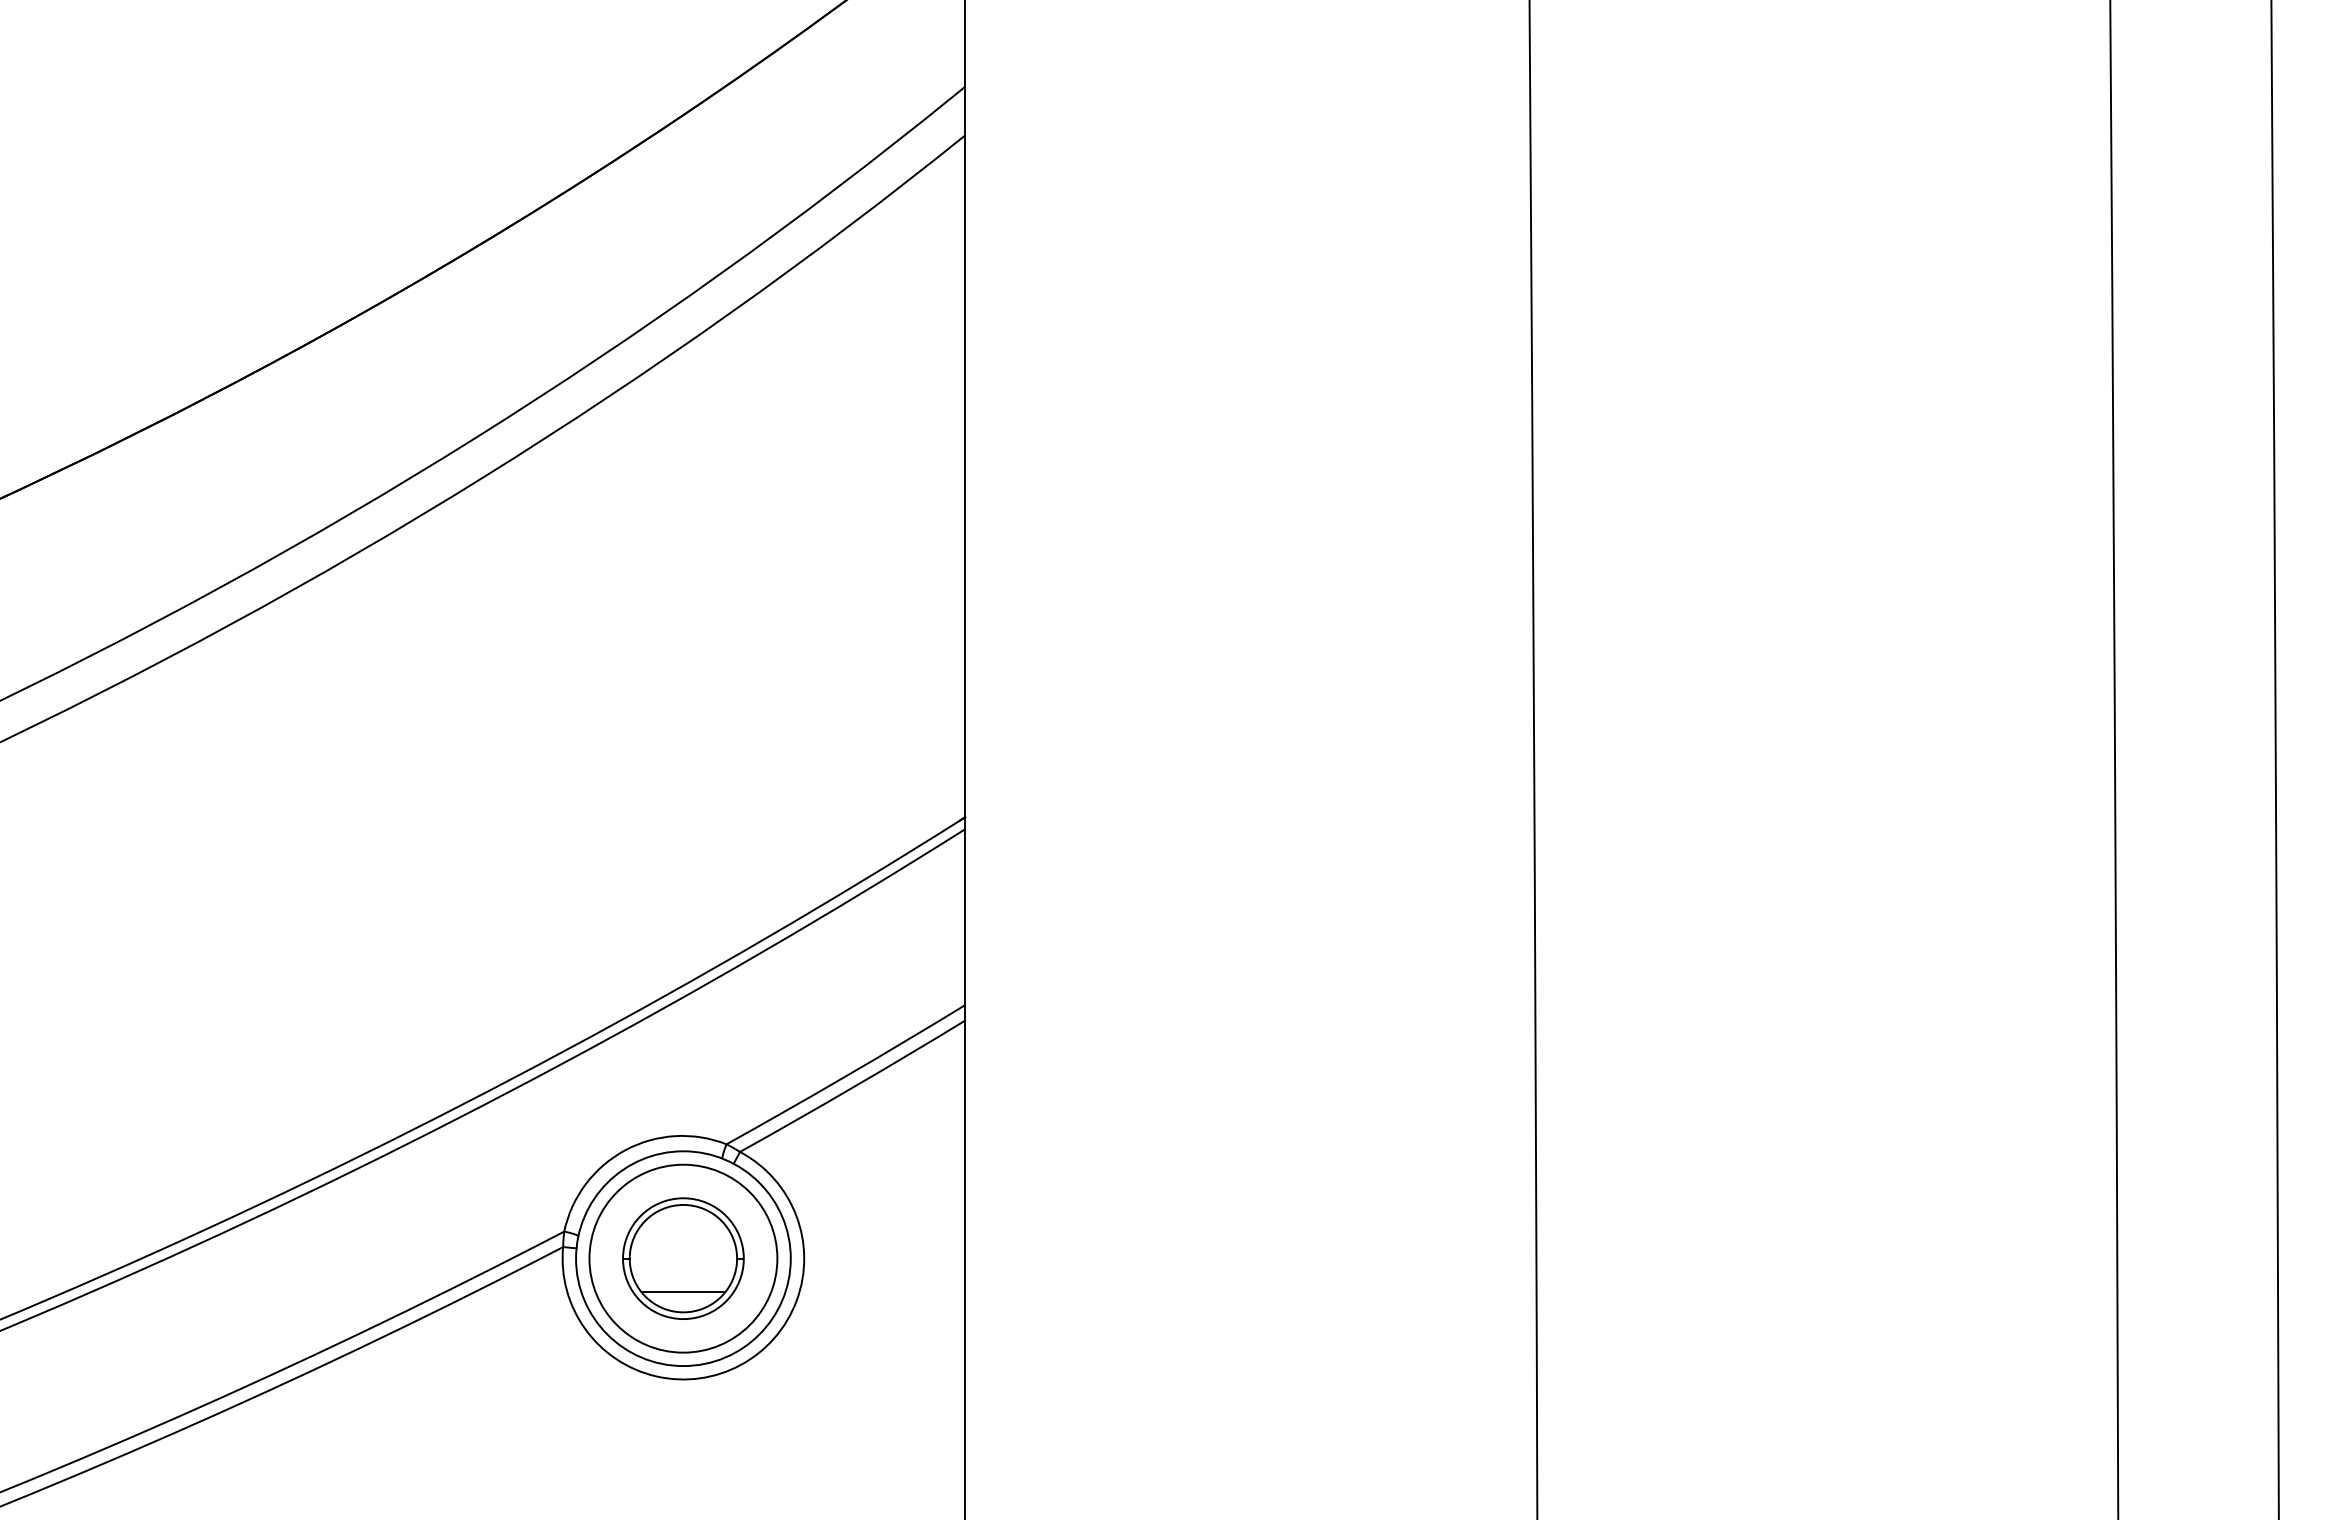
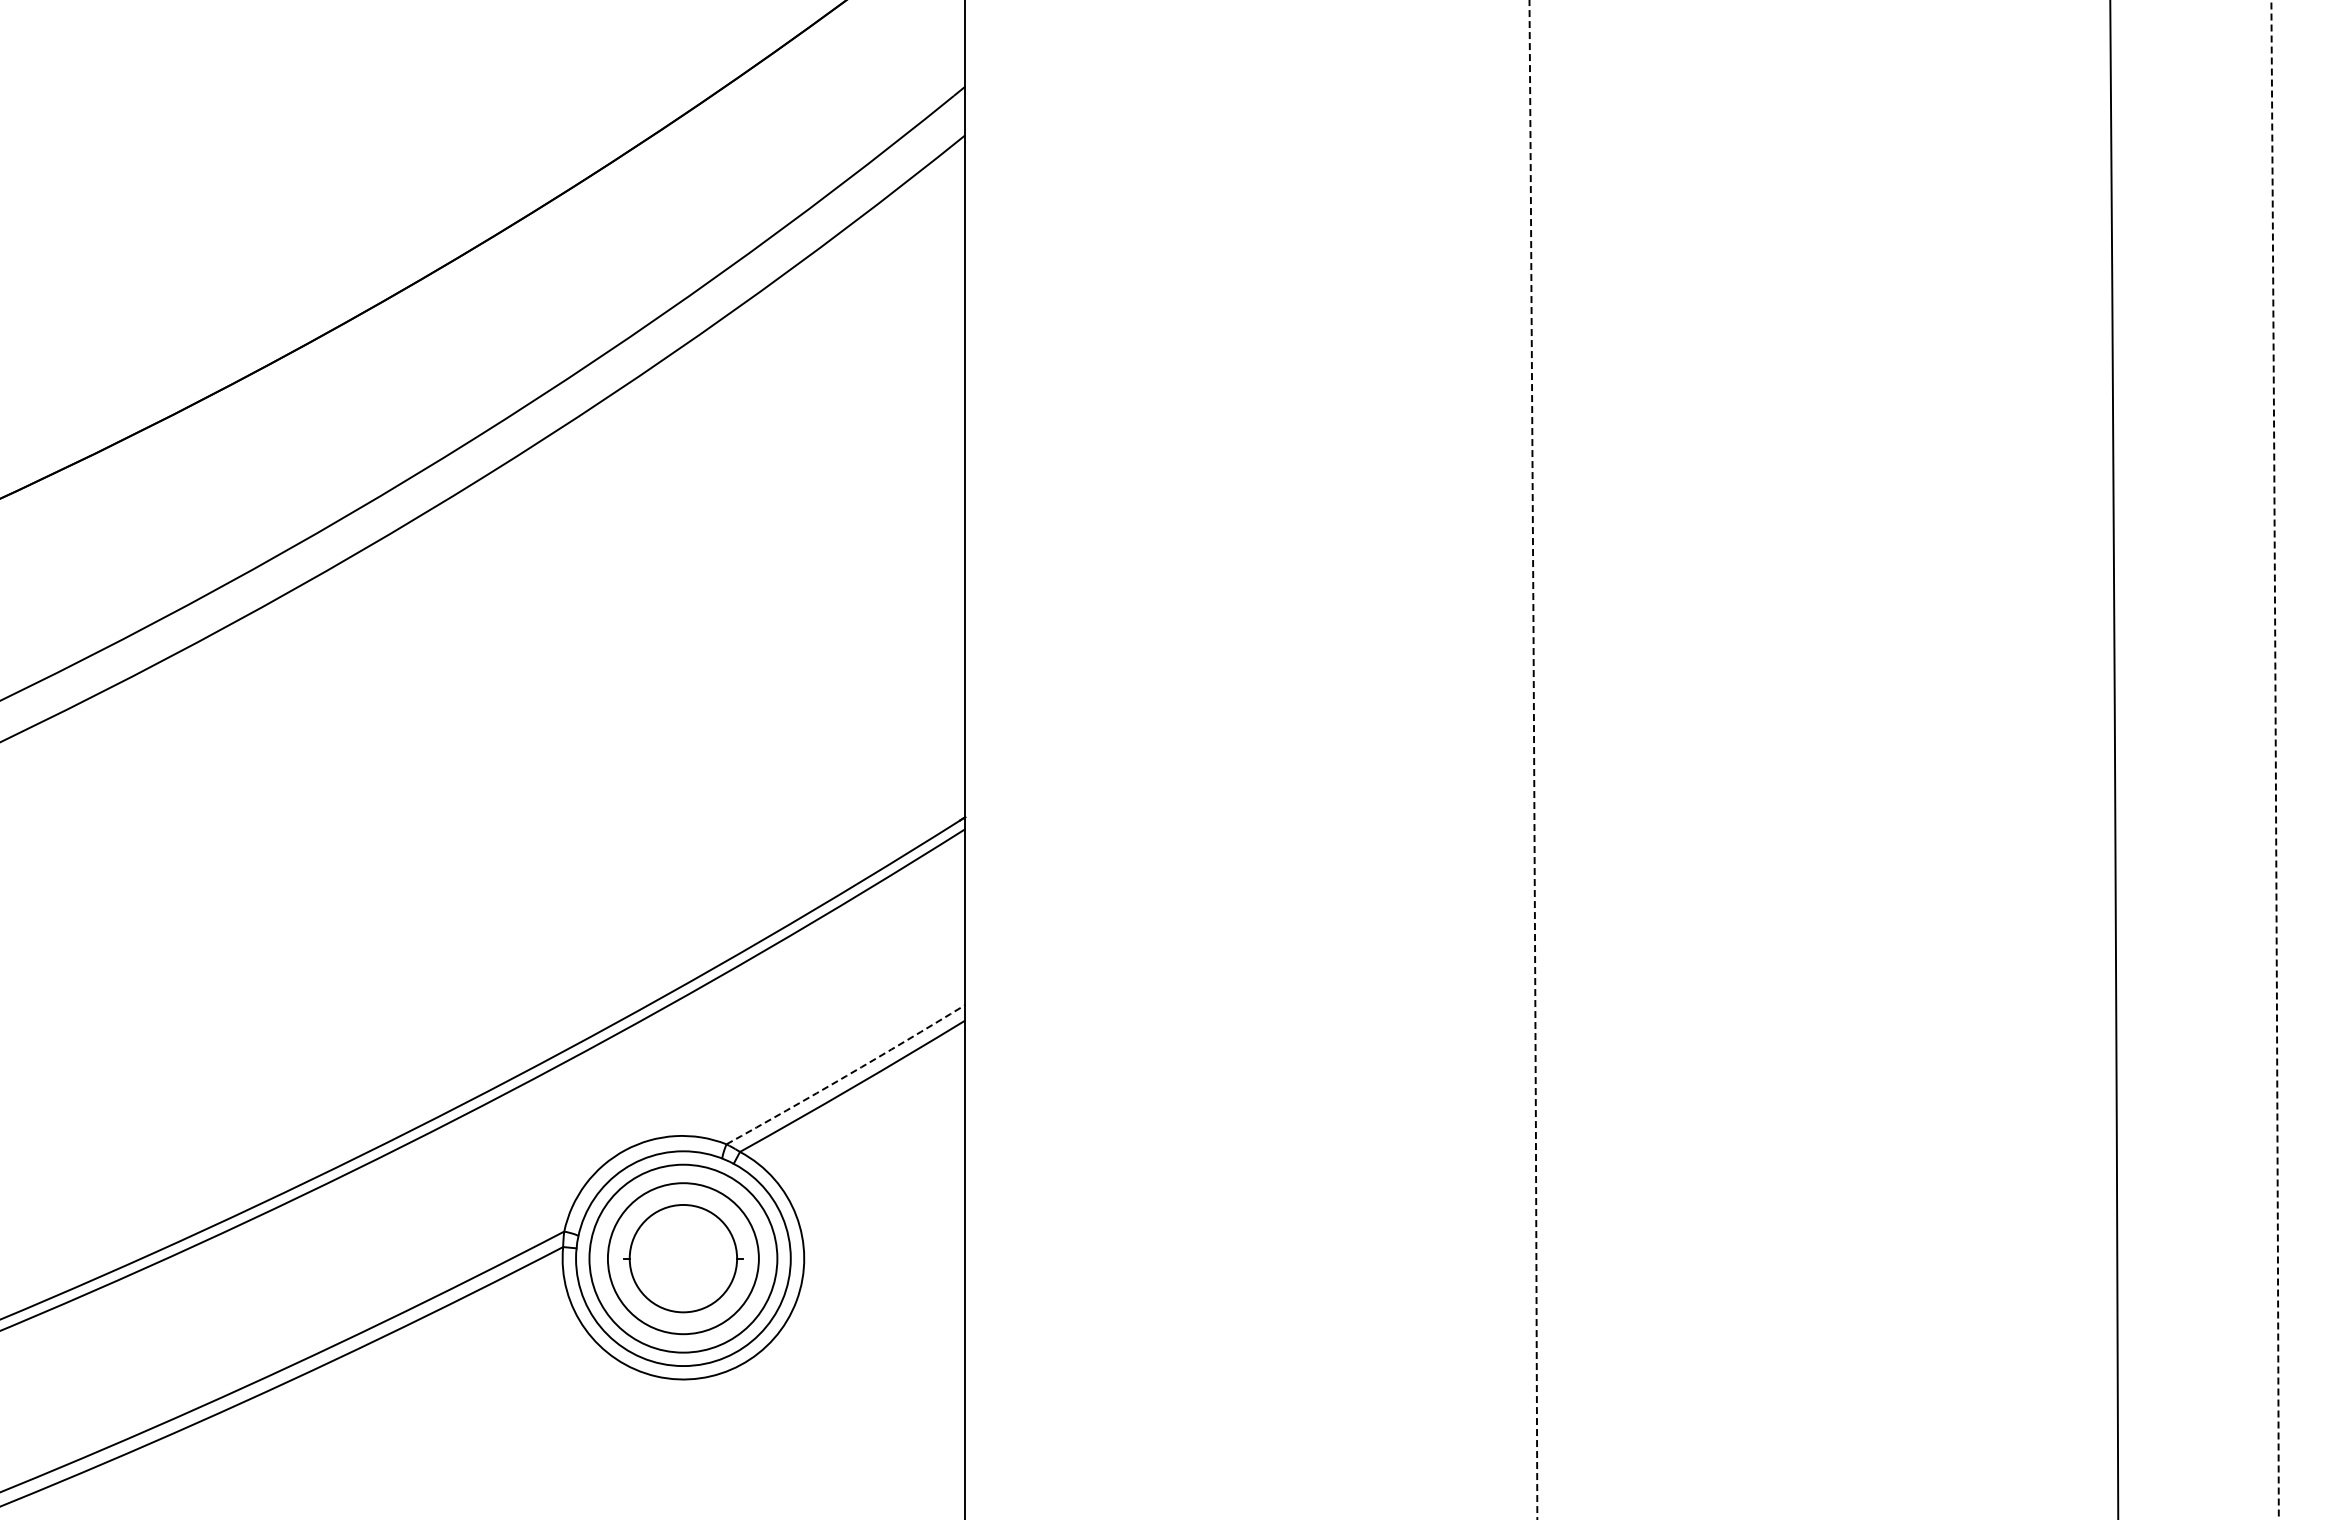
arc at (2275, 758): solid -> dashed
arc at (1534, 759): solid -> dashed
arc at (846, 1075): solid -> dashed
circle at (683, 1258) diameter: 121 px -> 151 px
line at (683, 1292): present -> none
